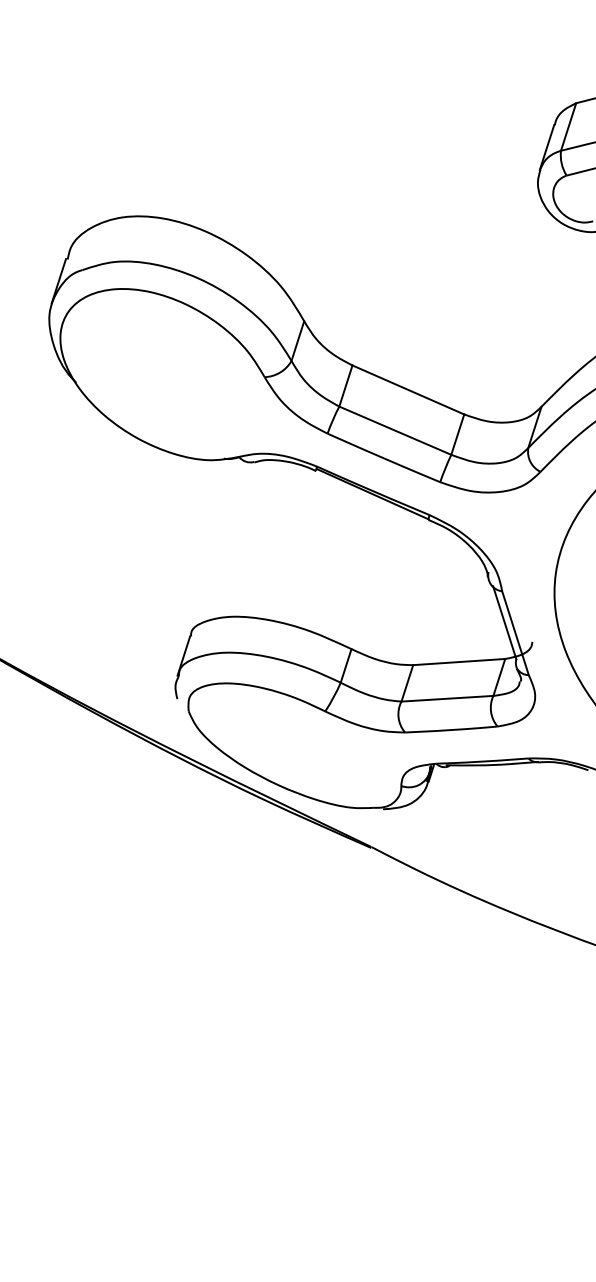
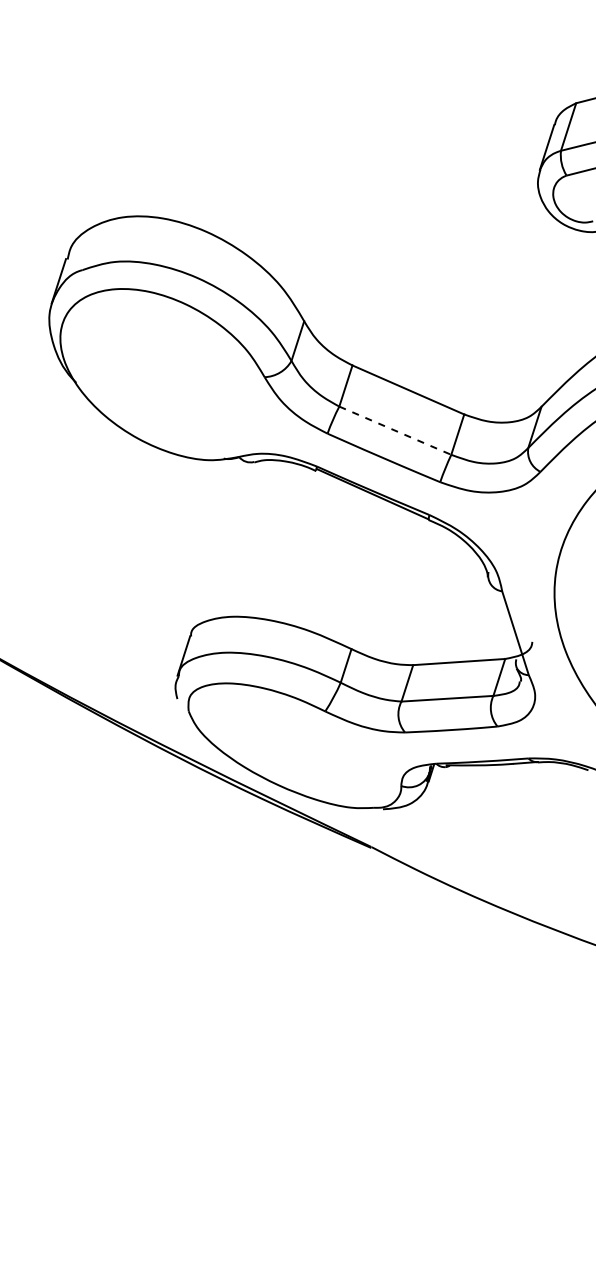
line at (395, 430): solid -> dashed
line at (504, 622): present -> none
